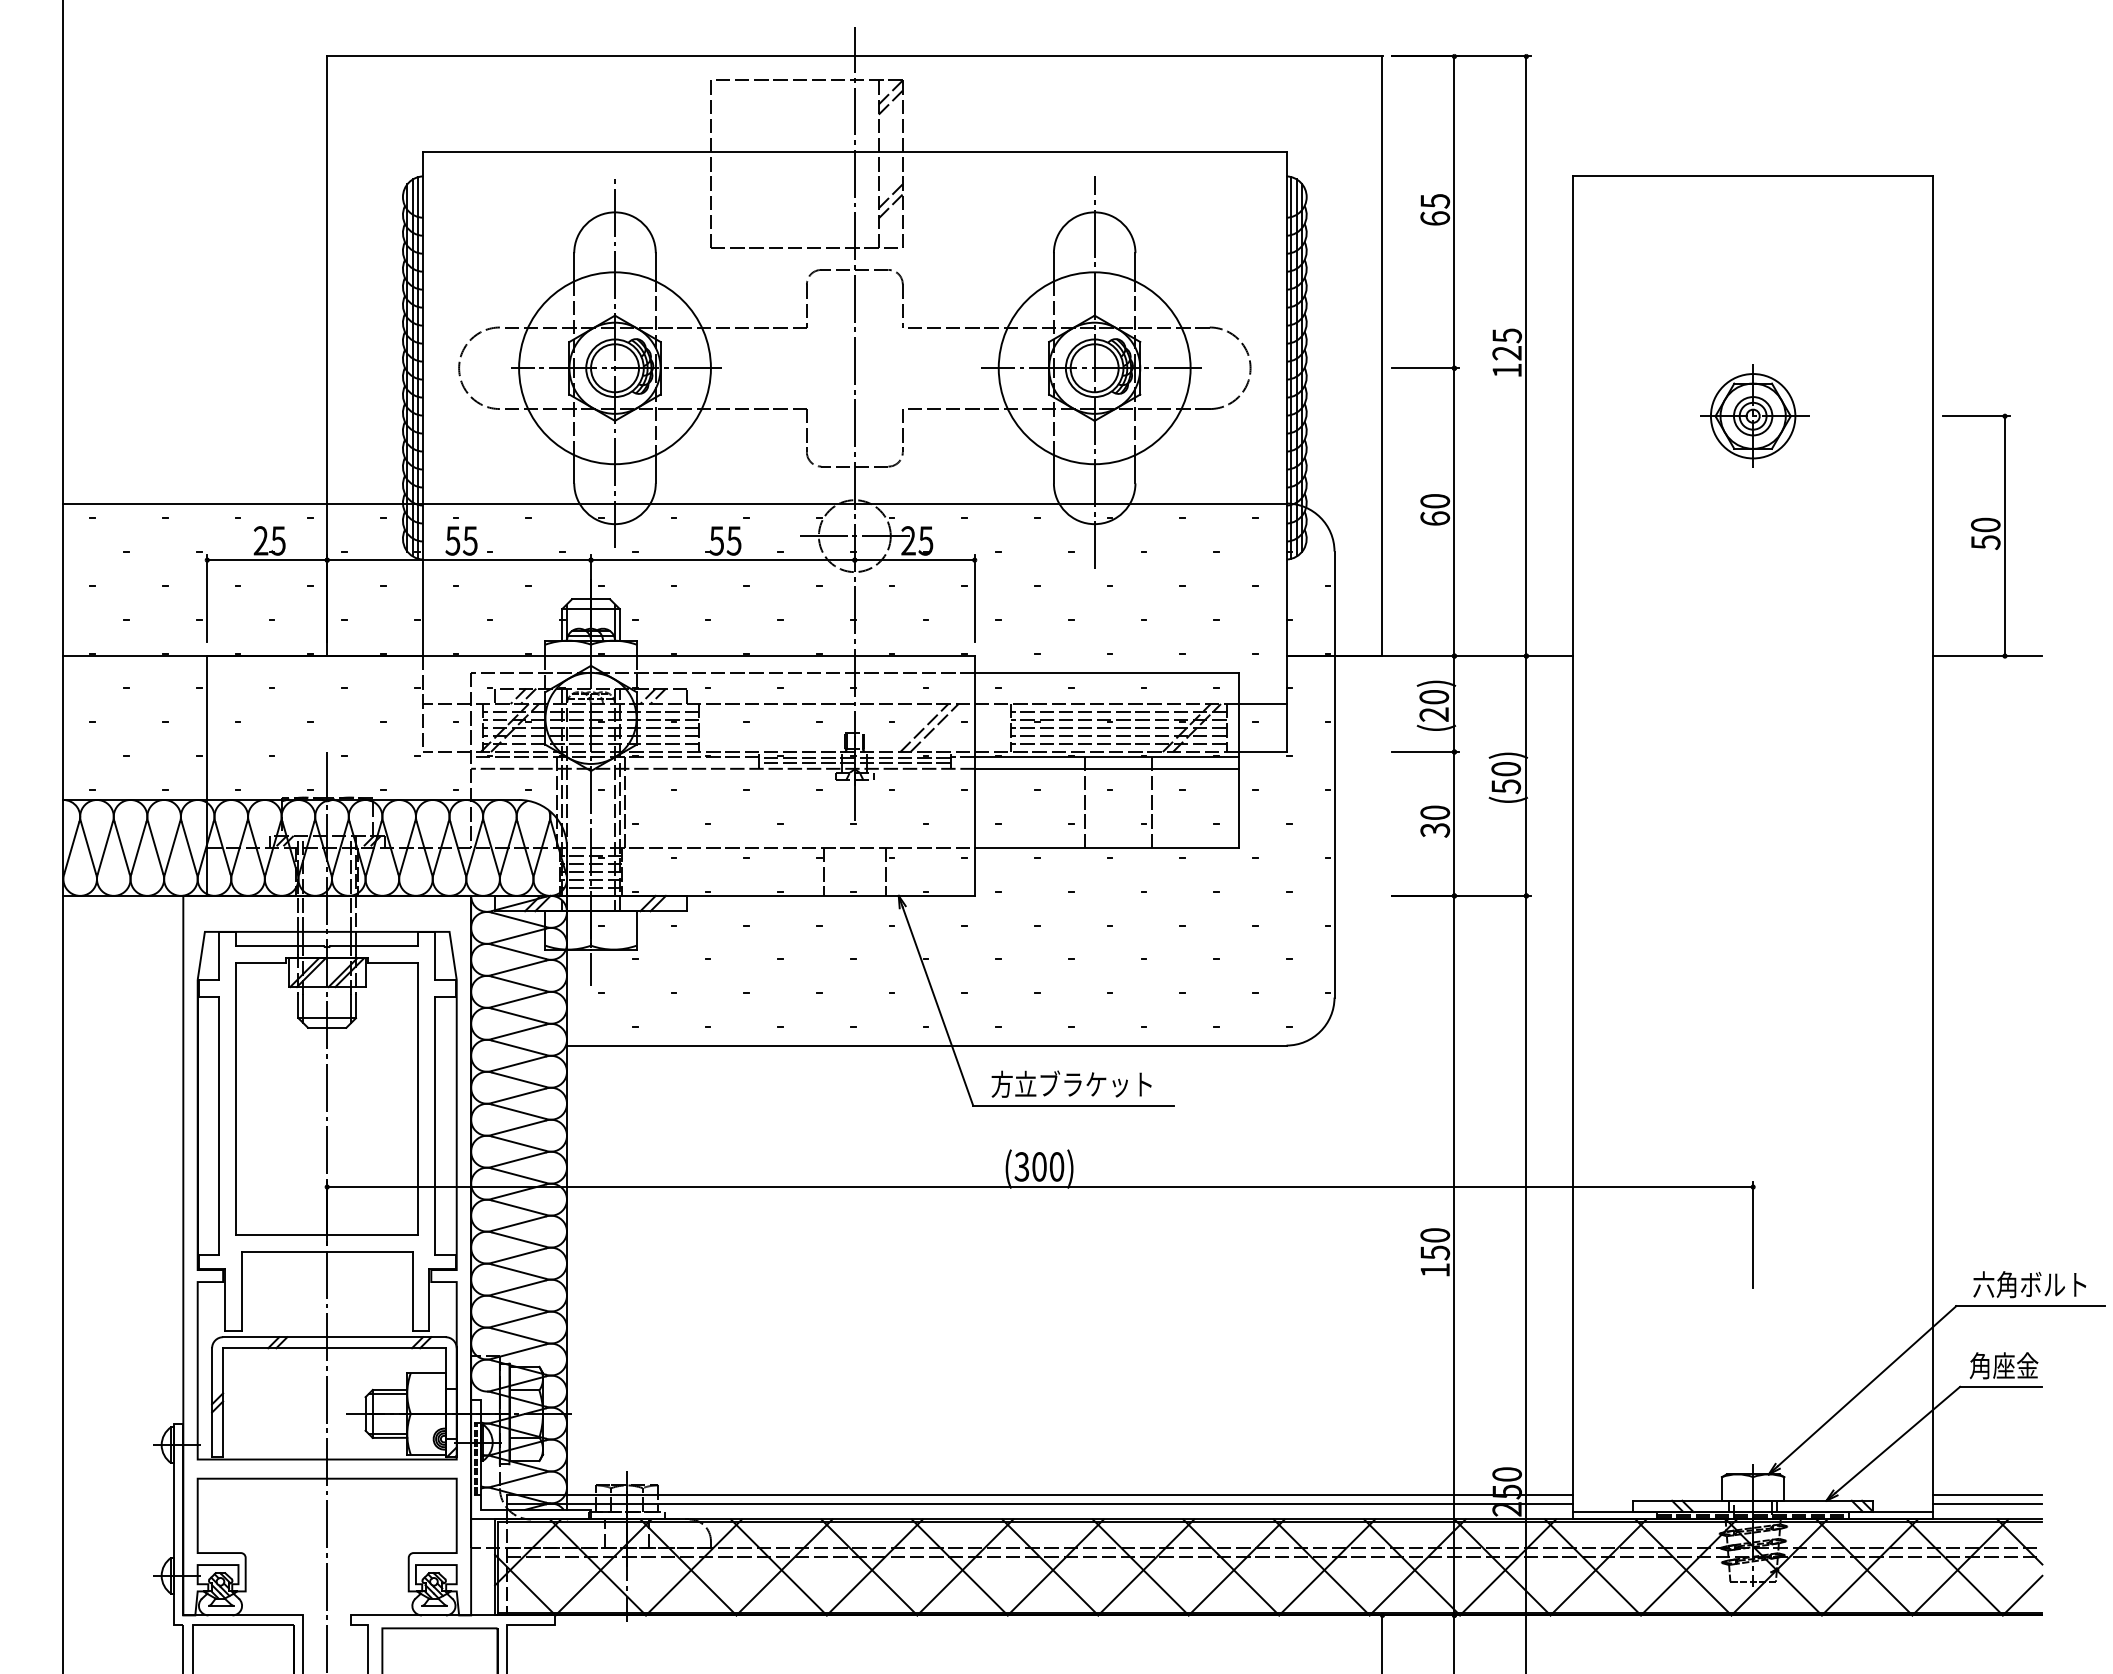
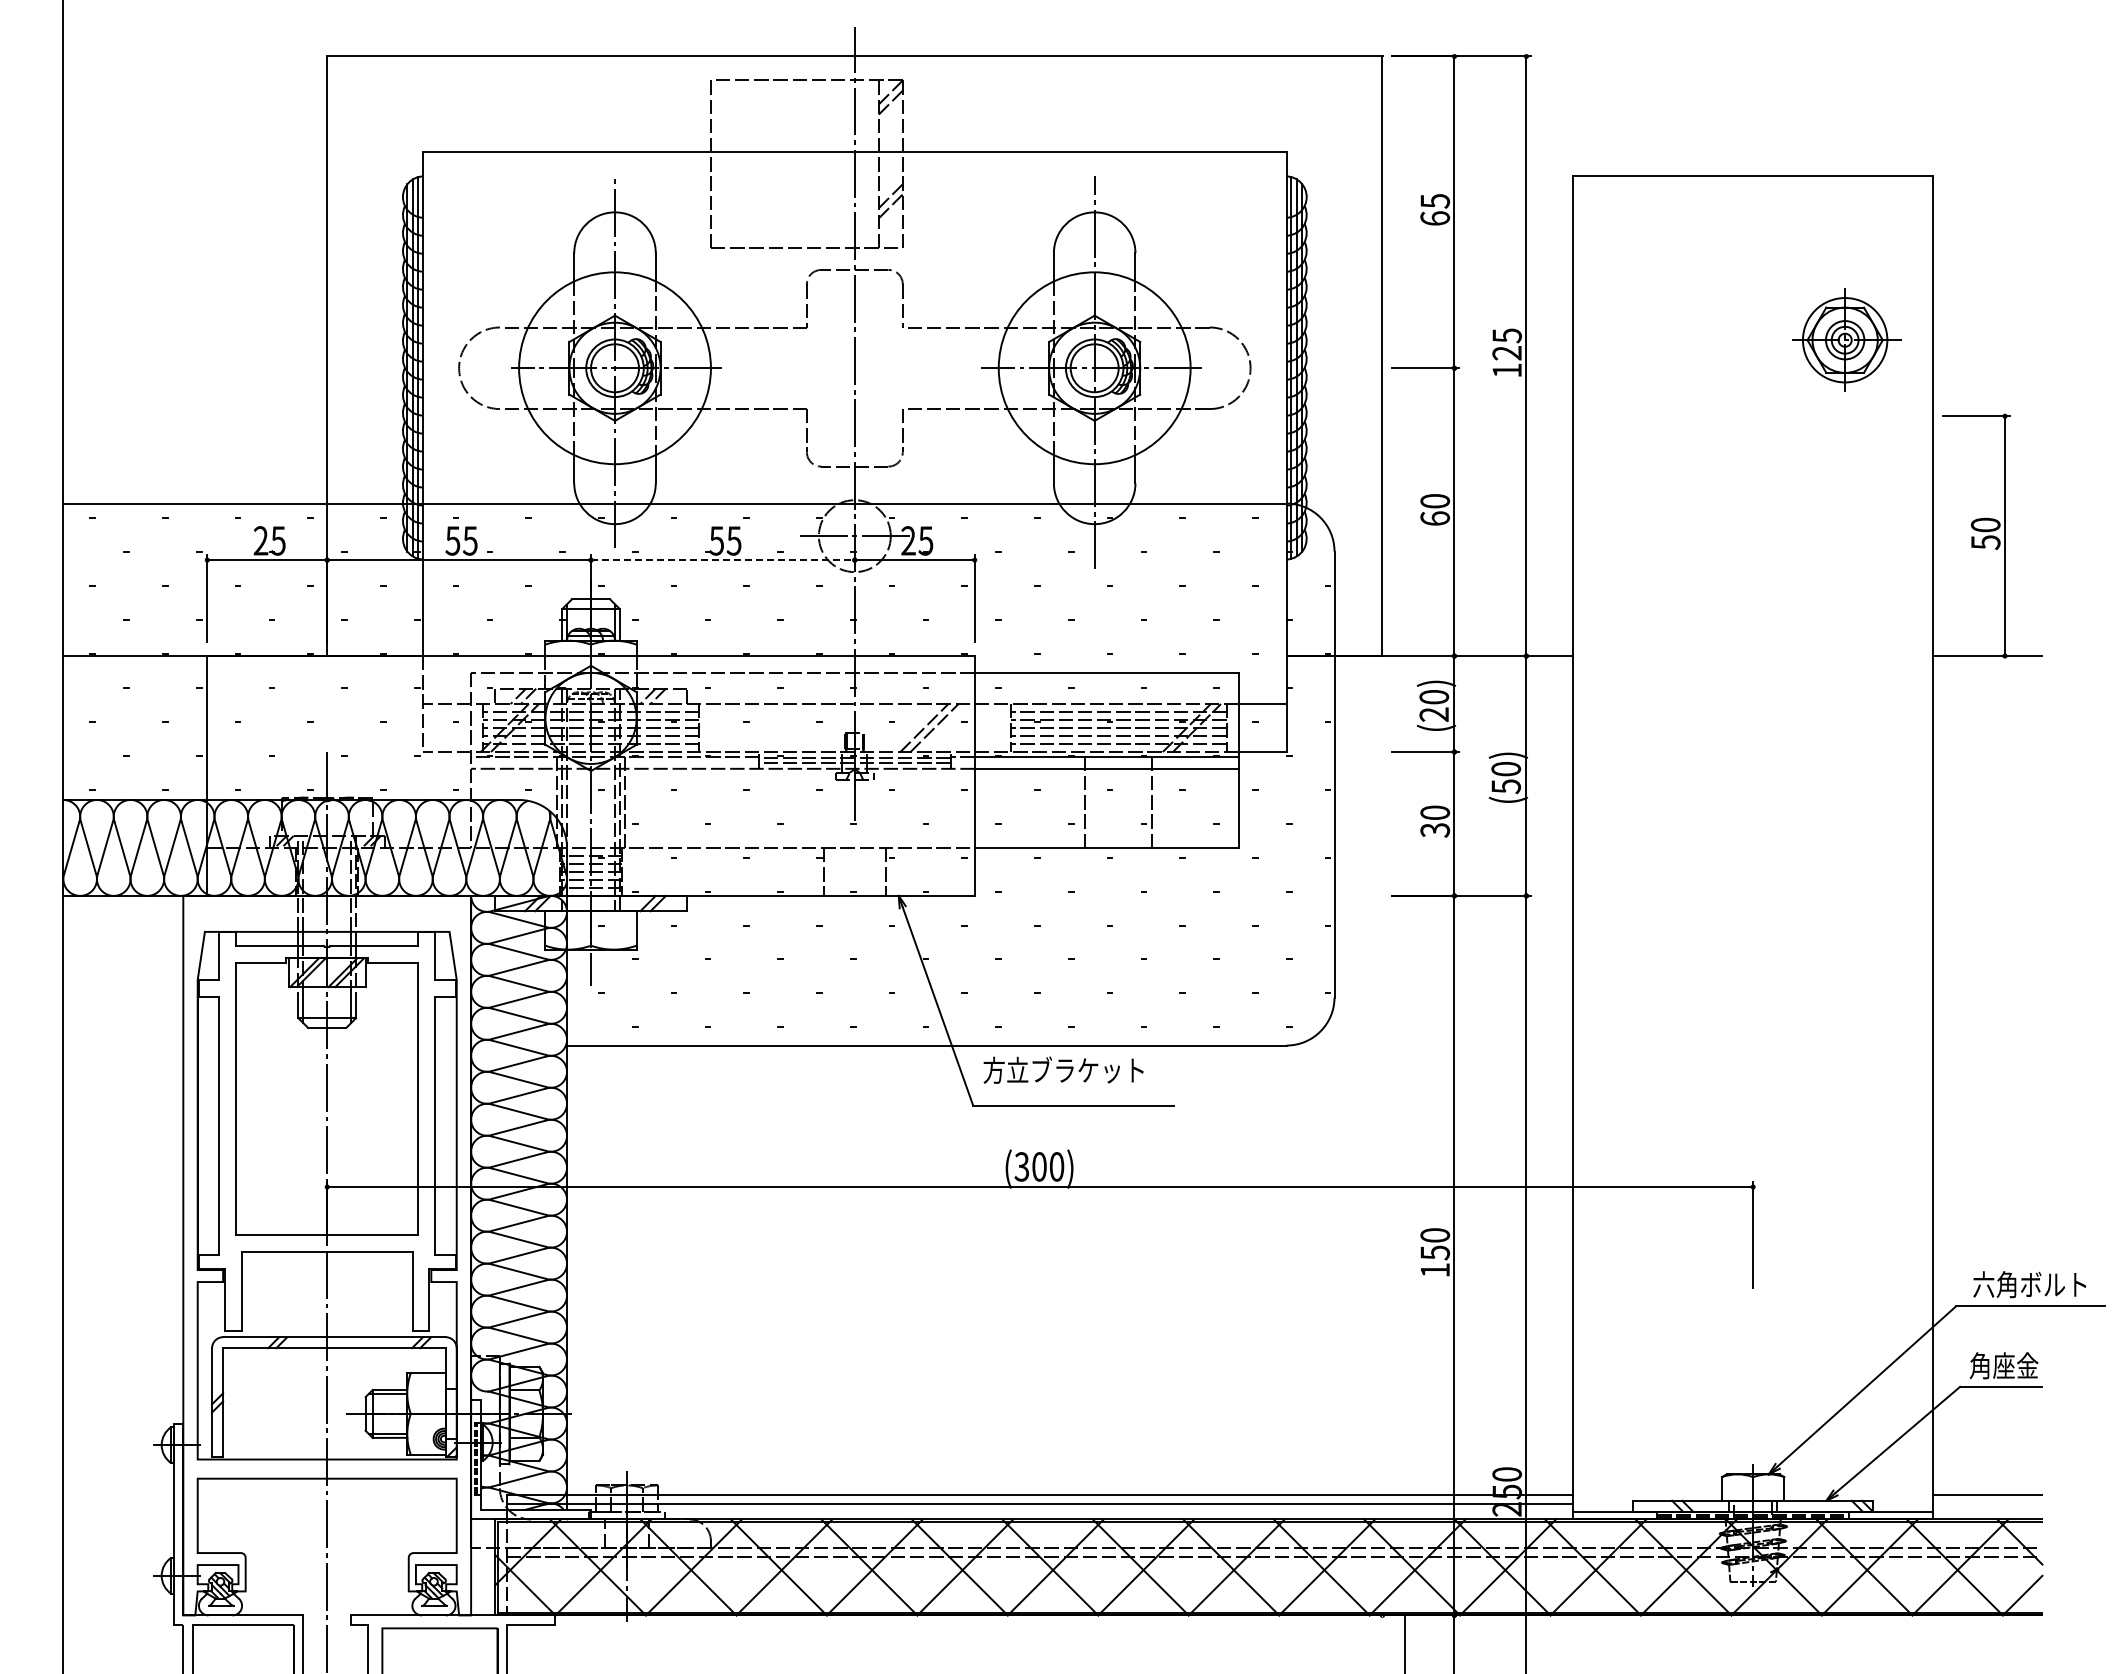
part at (1754, 415) position: (1754, 415) -> (1846, 339)
line at (722, 560): solid -> dashed
text at (1071, 1083) position: (1071, 1083) -> (1063, 1069)
line at (1987, 1503): present -> none
line at (1382, 1642) position: (1382, 1642) -> (1405, 1642)
